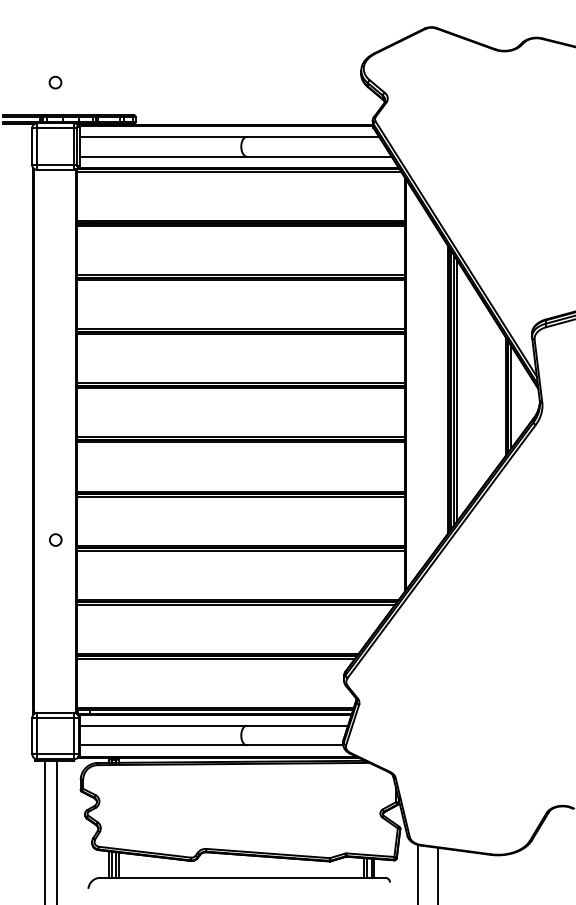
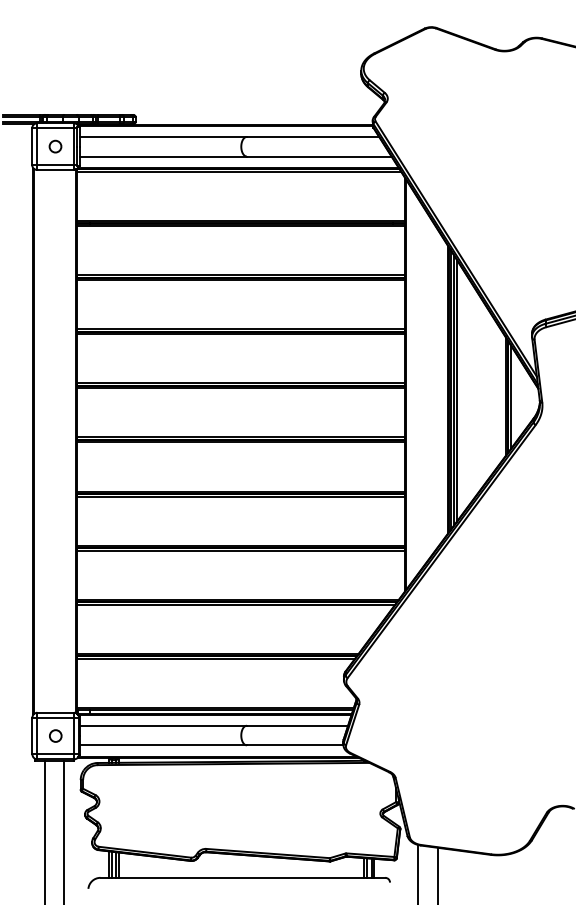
circle at (55, 82) position: (55, 82) -> (55, 146)
circle at (55, 539) position: (55, 539) -> (55, 735)
line at (57, 830) position: (57, 830) -> (64, 830)
